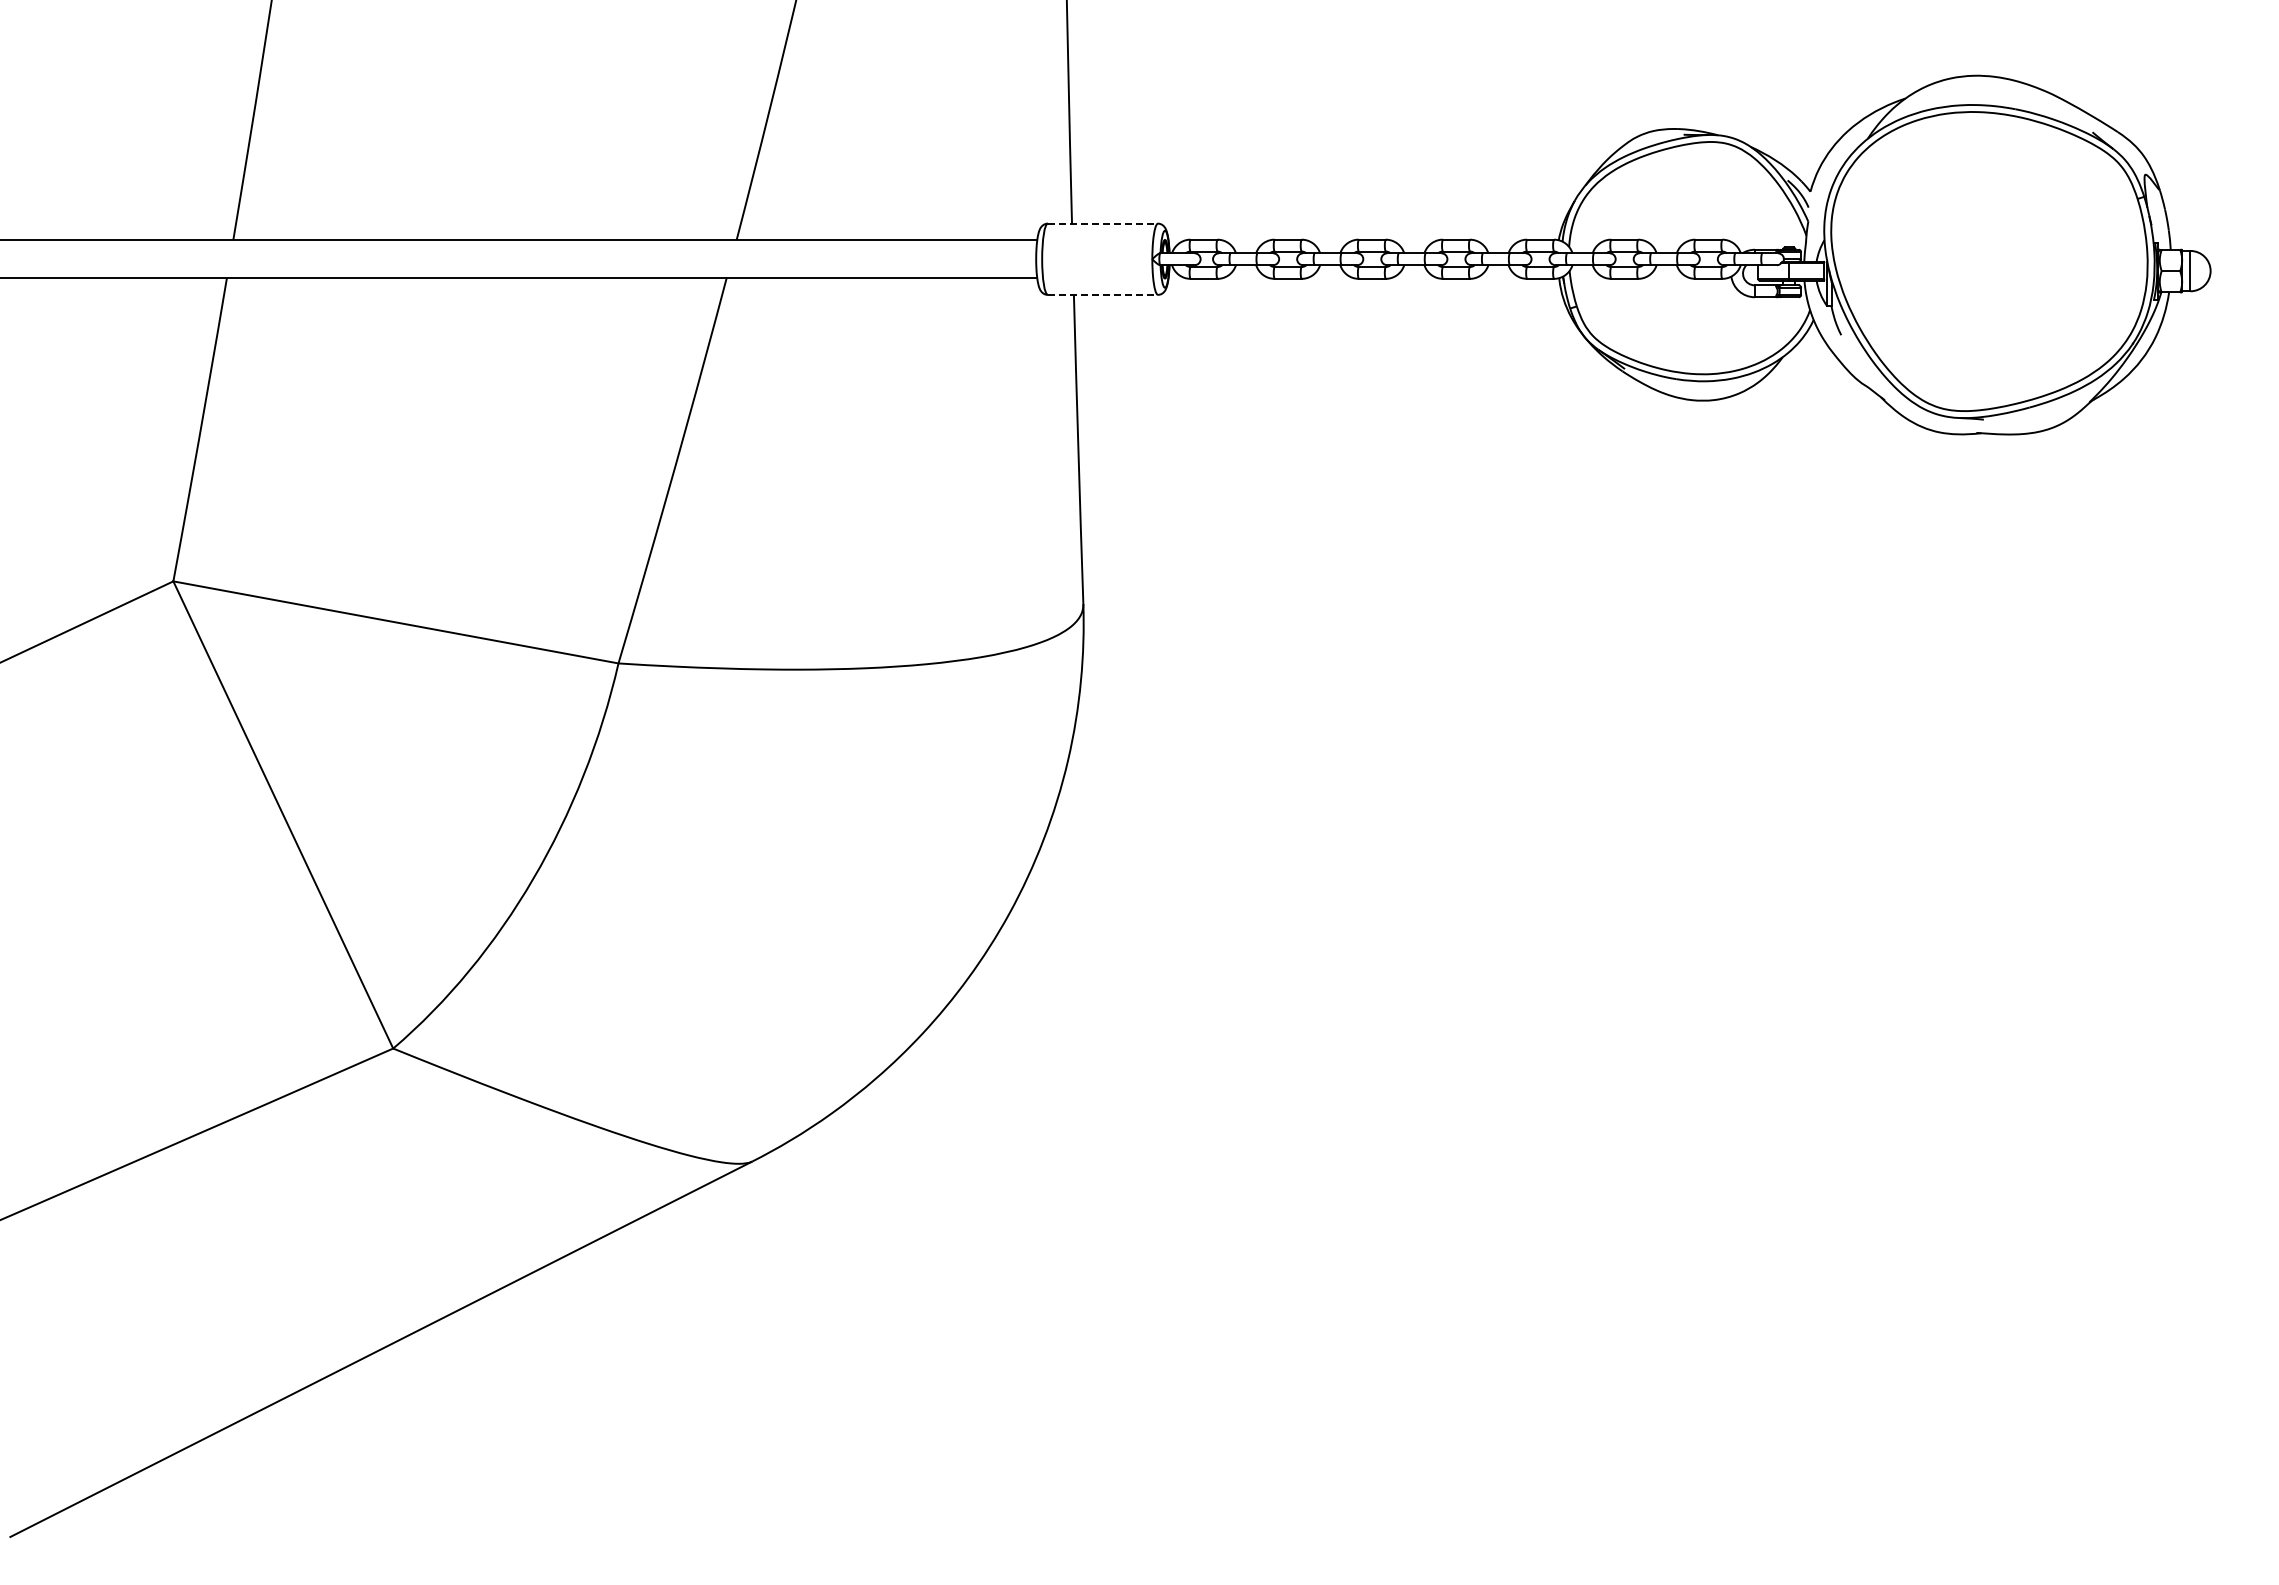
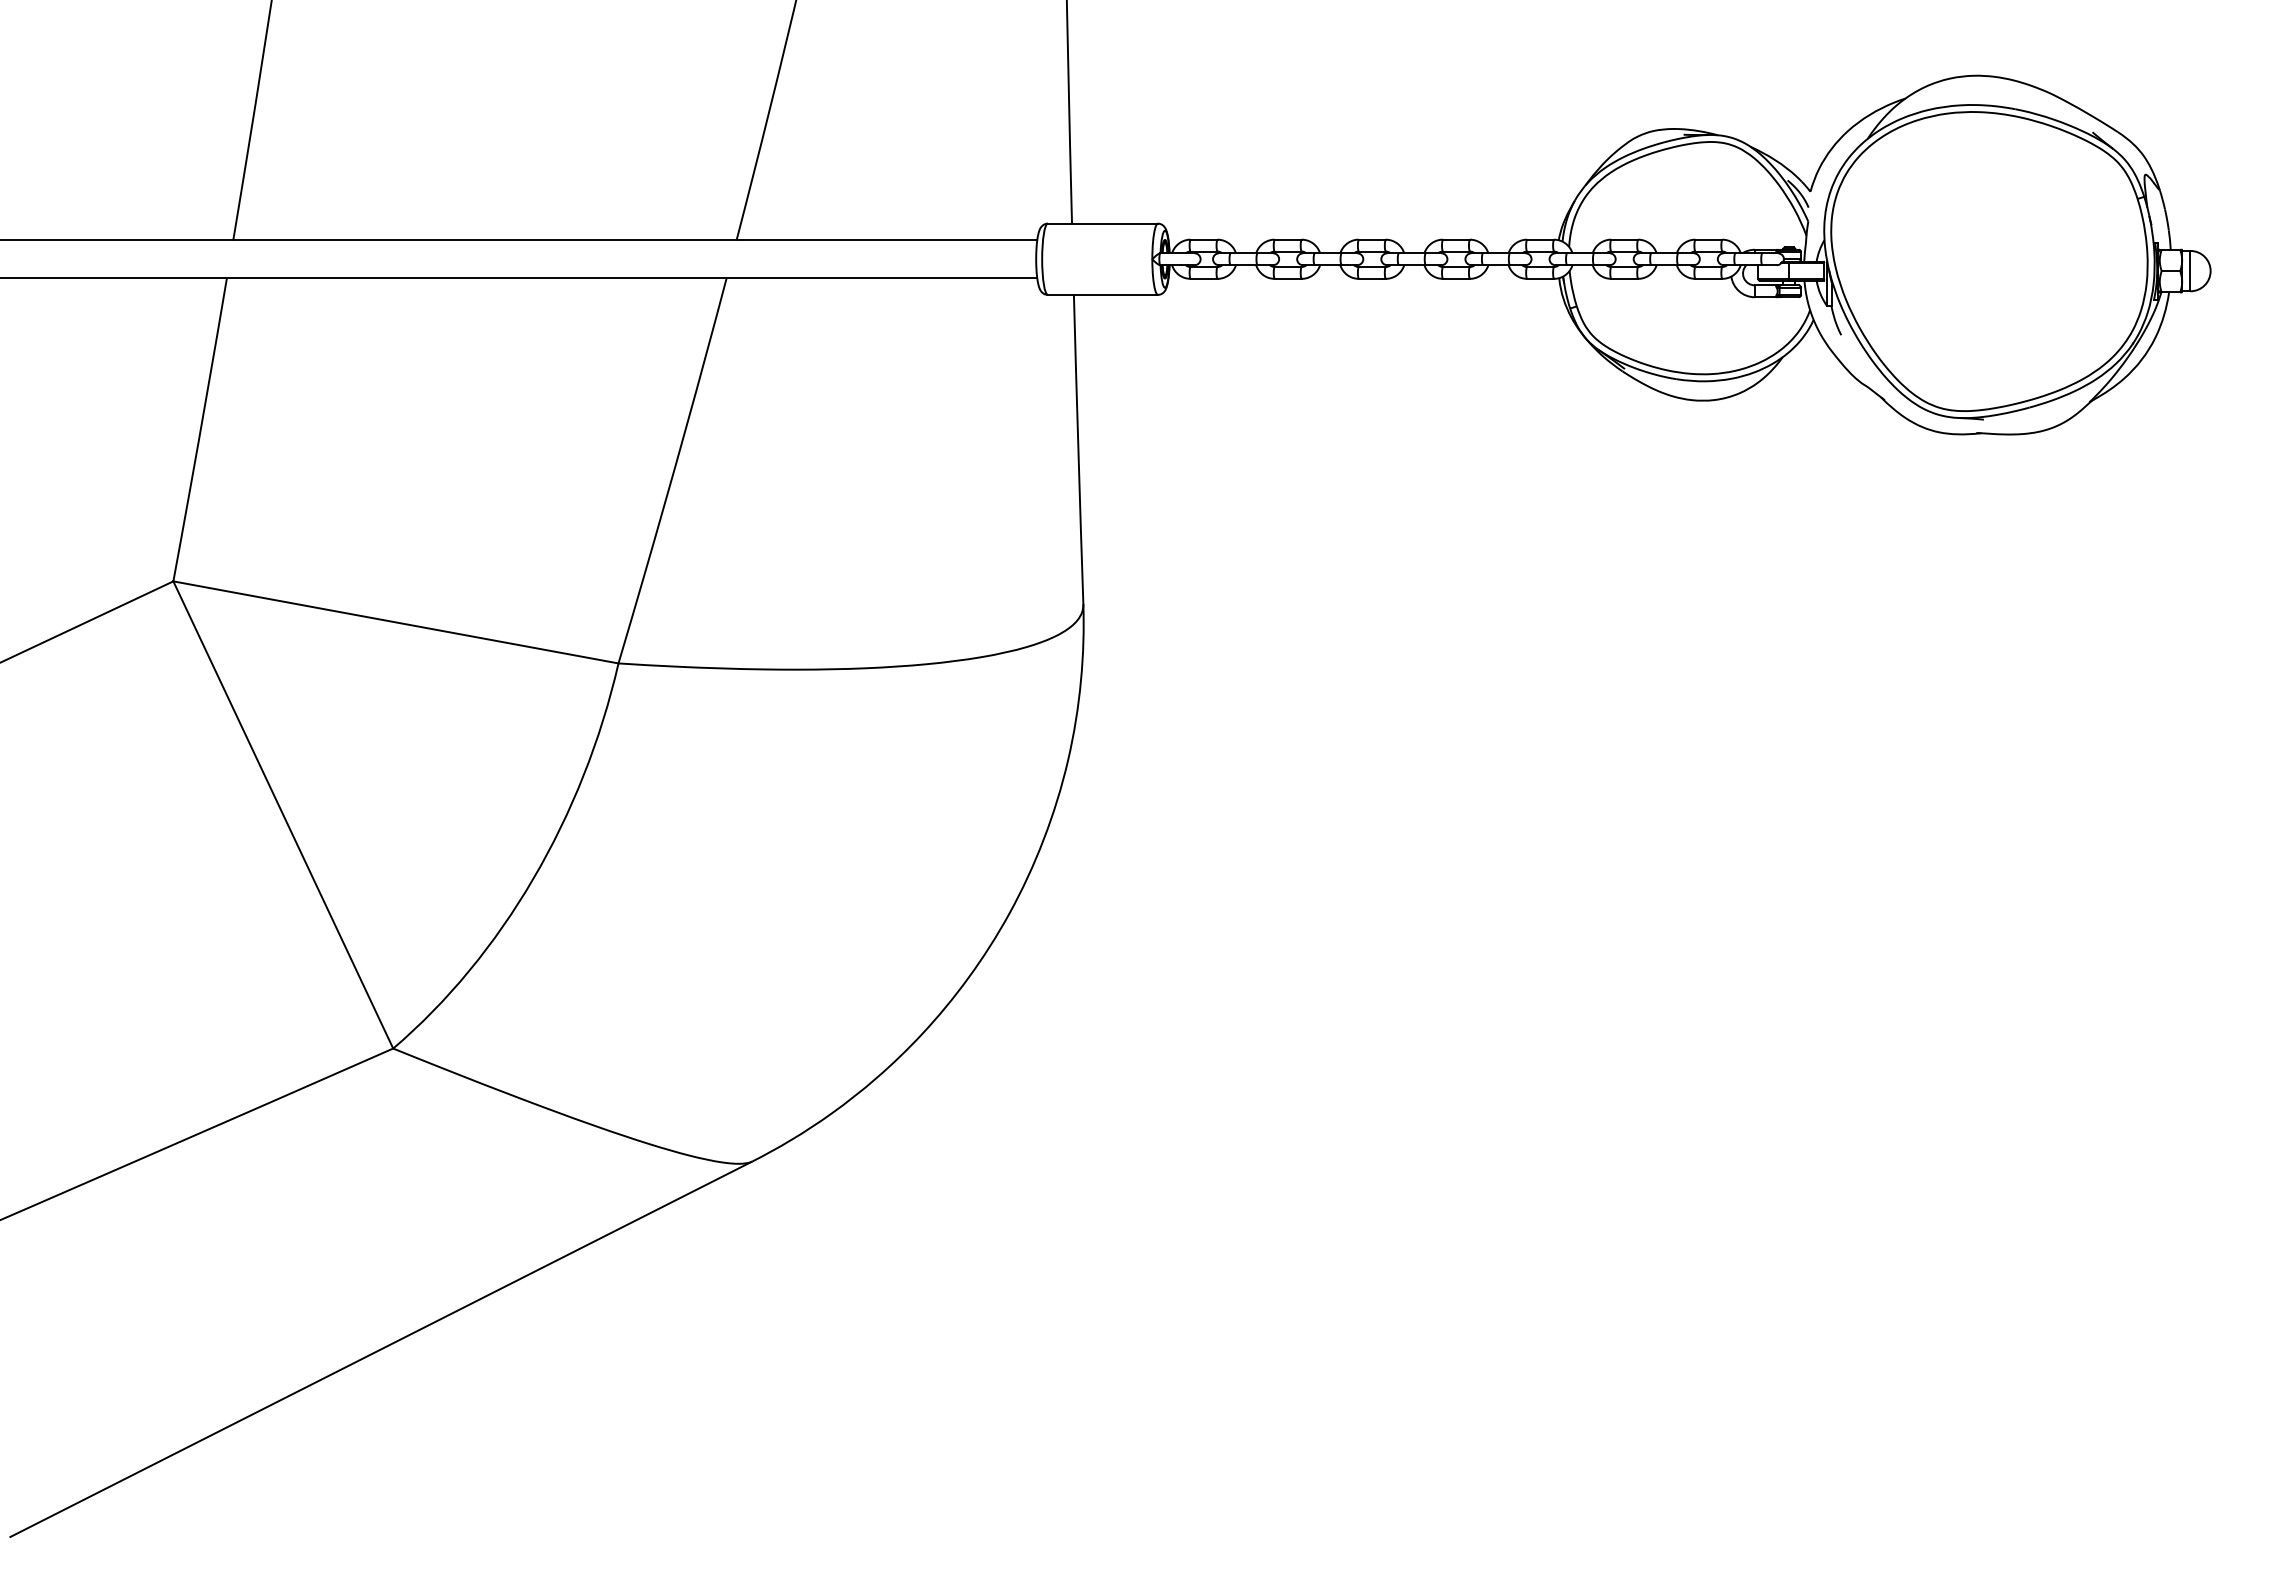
line at (1103, 223): dashed -> solid
line at (1103, 294): dashed -> solid
